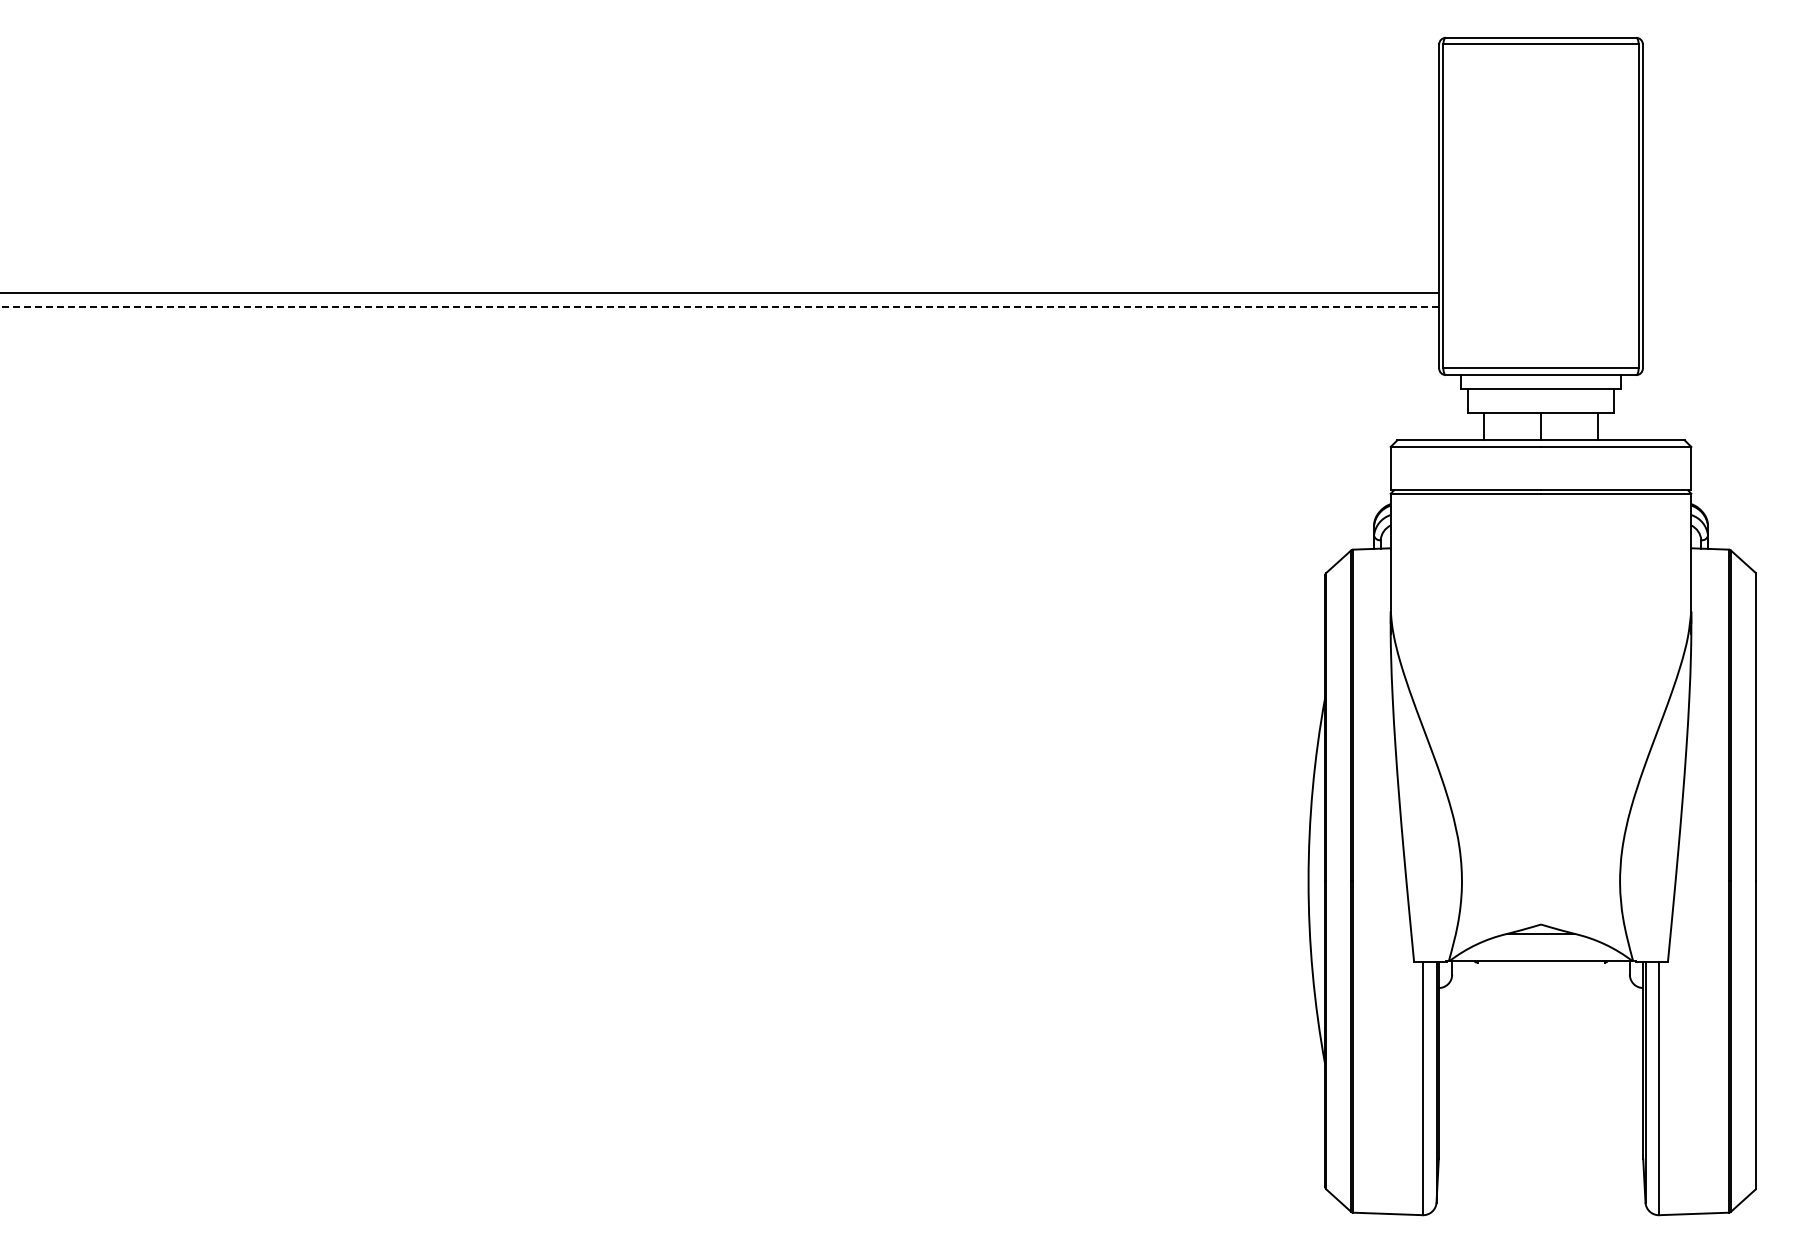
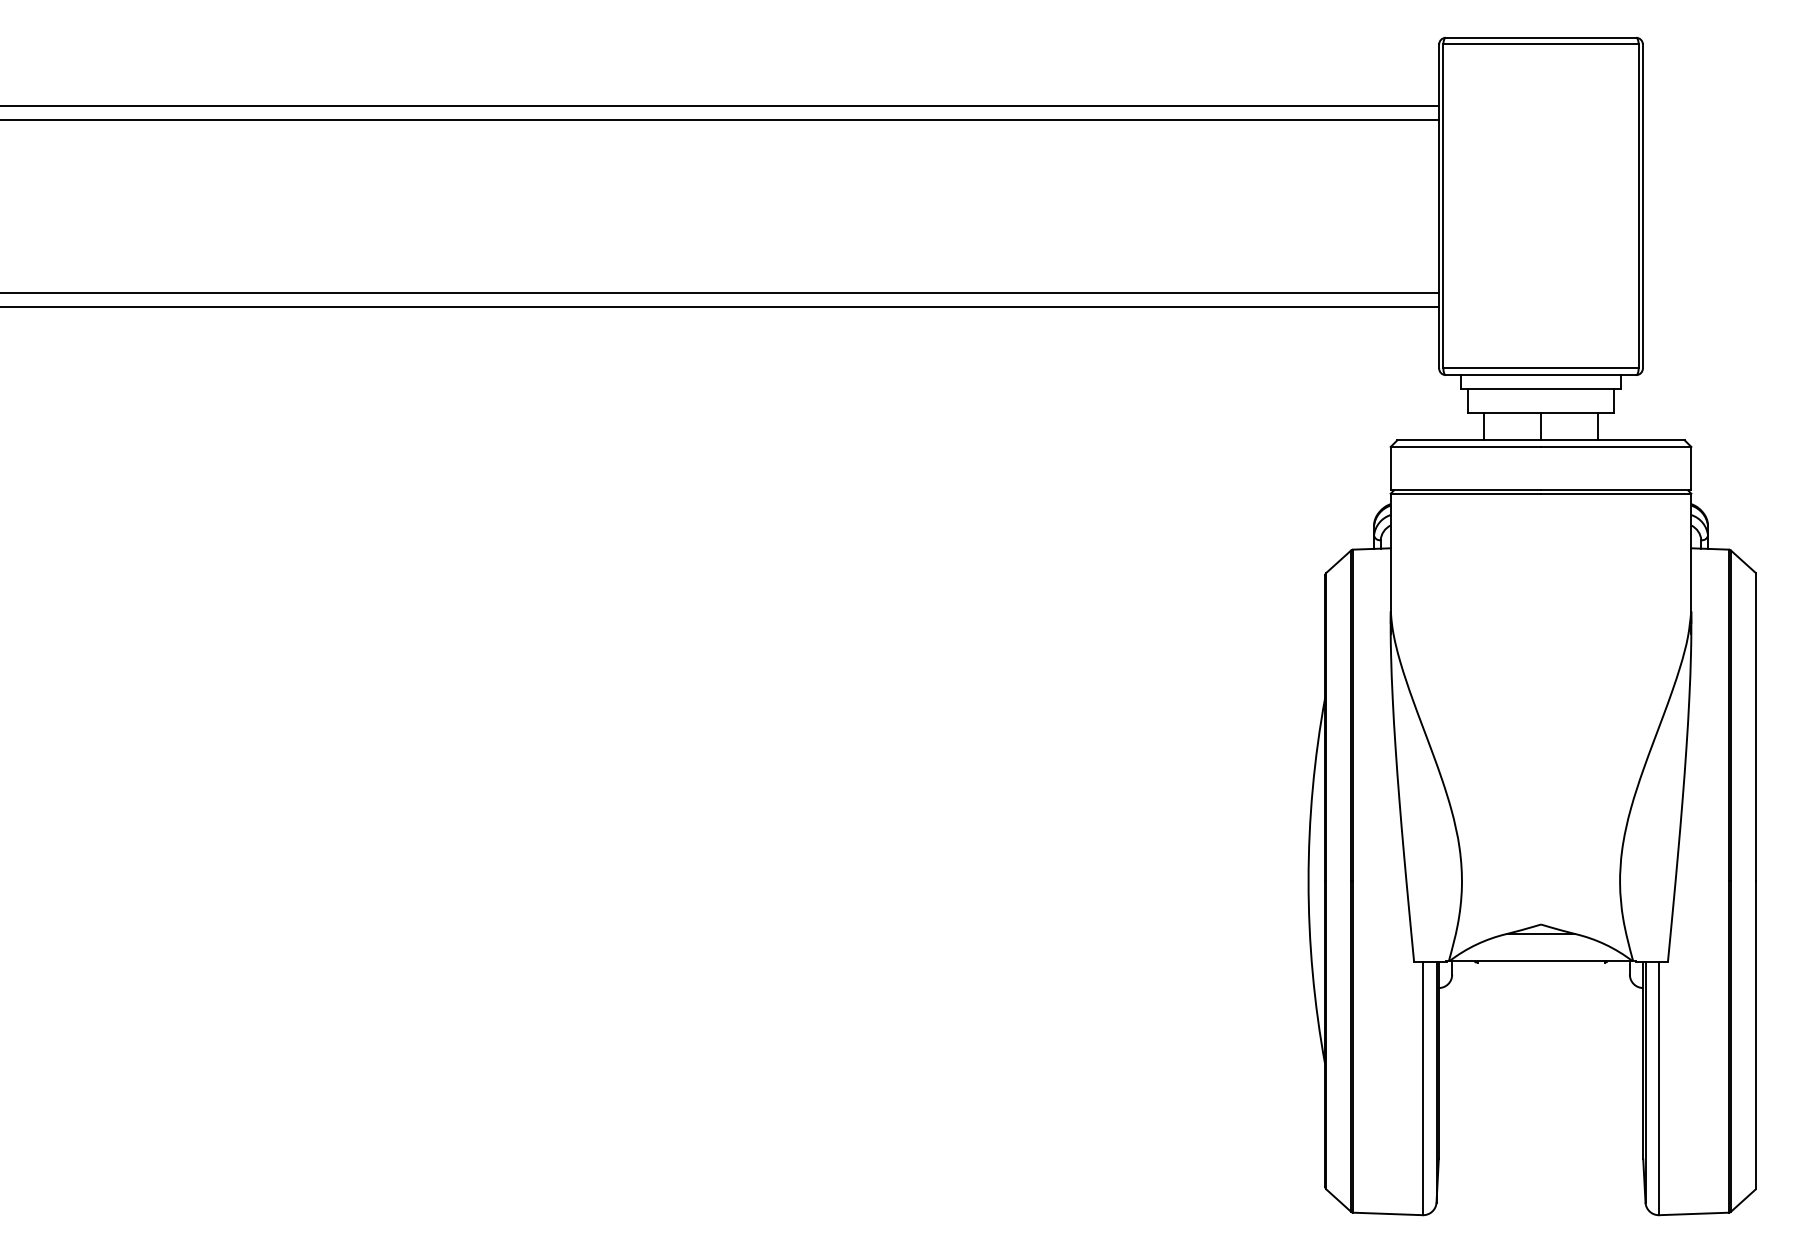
line at (720, 106): none -> present
line at (720, 119): none -> present
line at (719, 306): dashed -> solid
